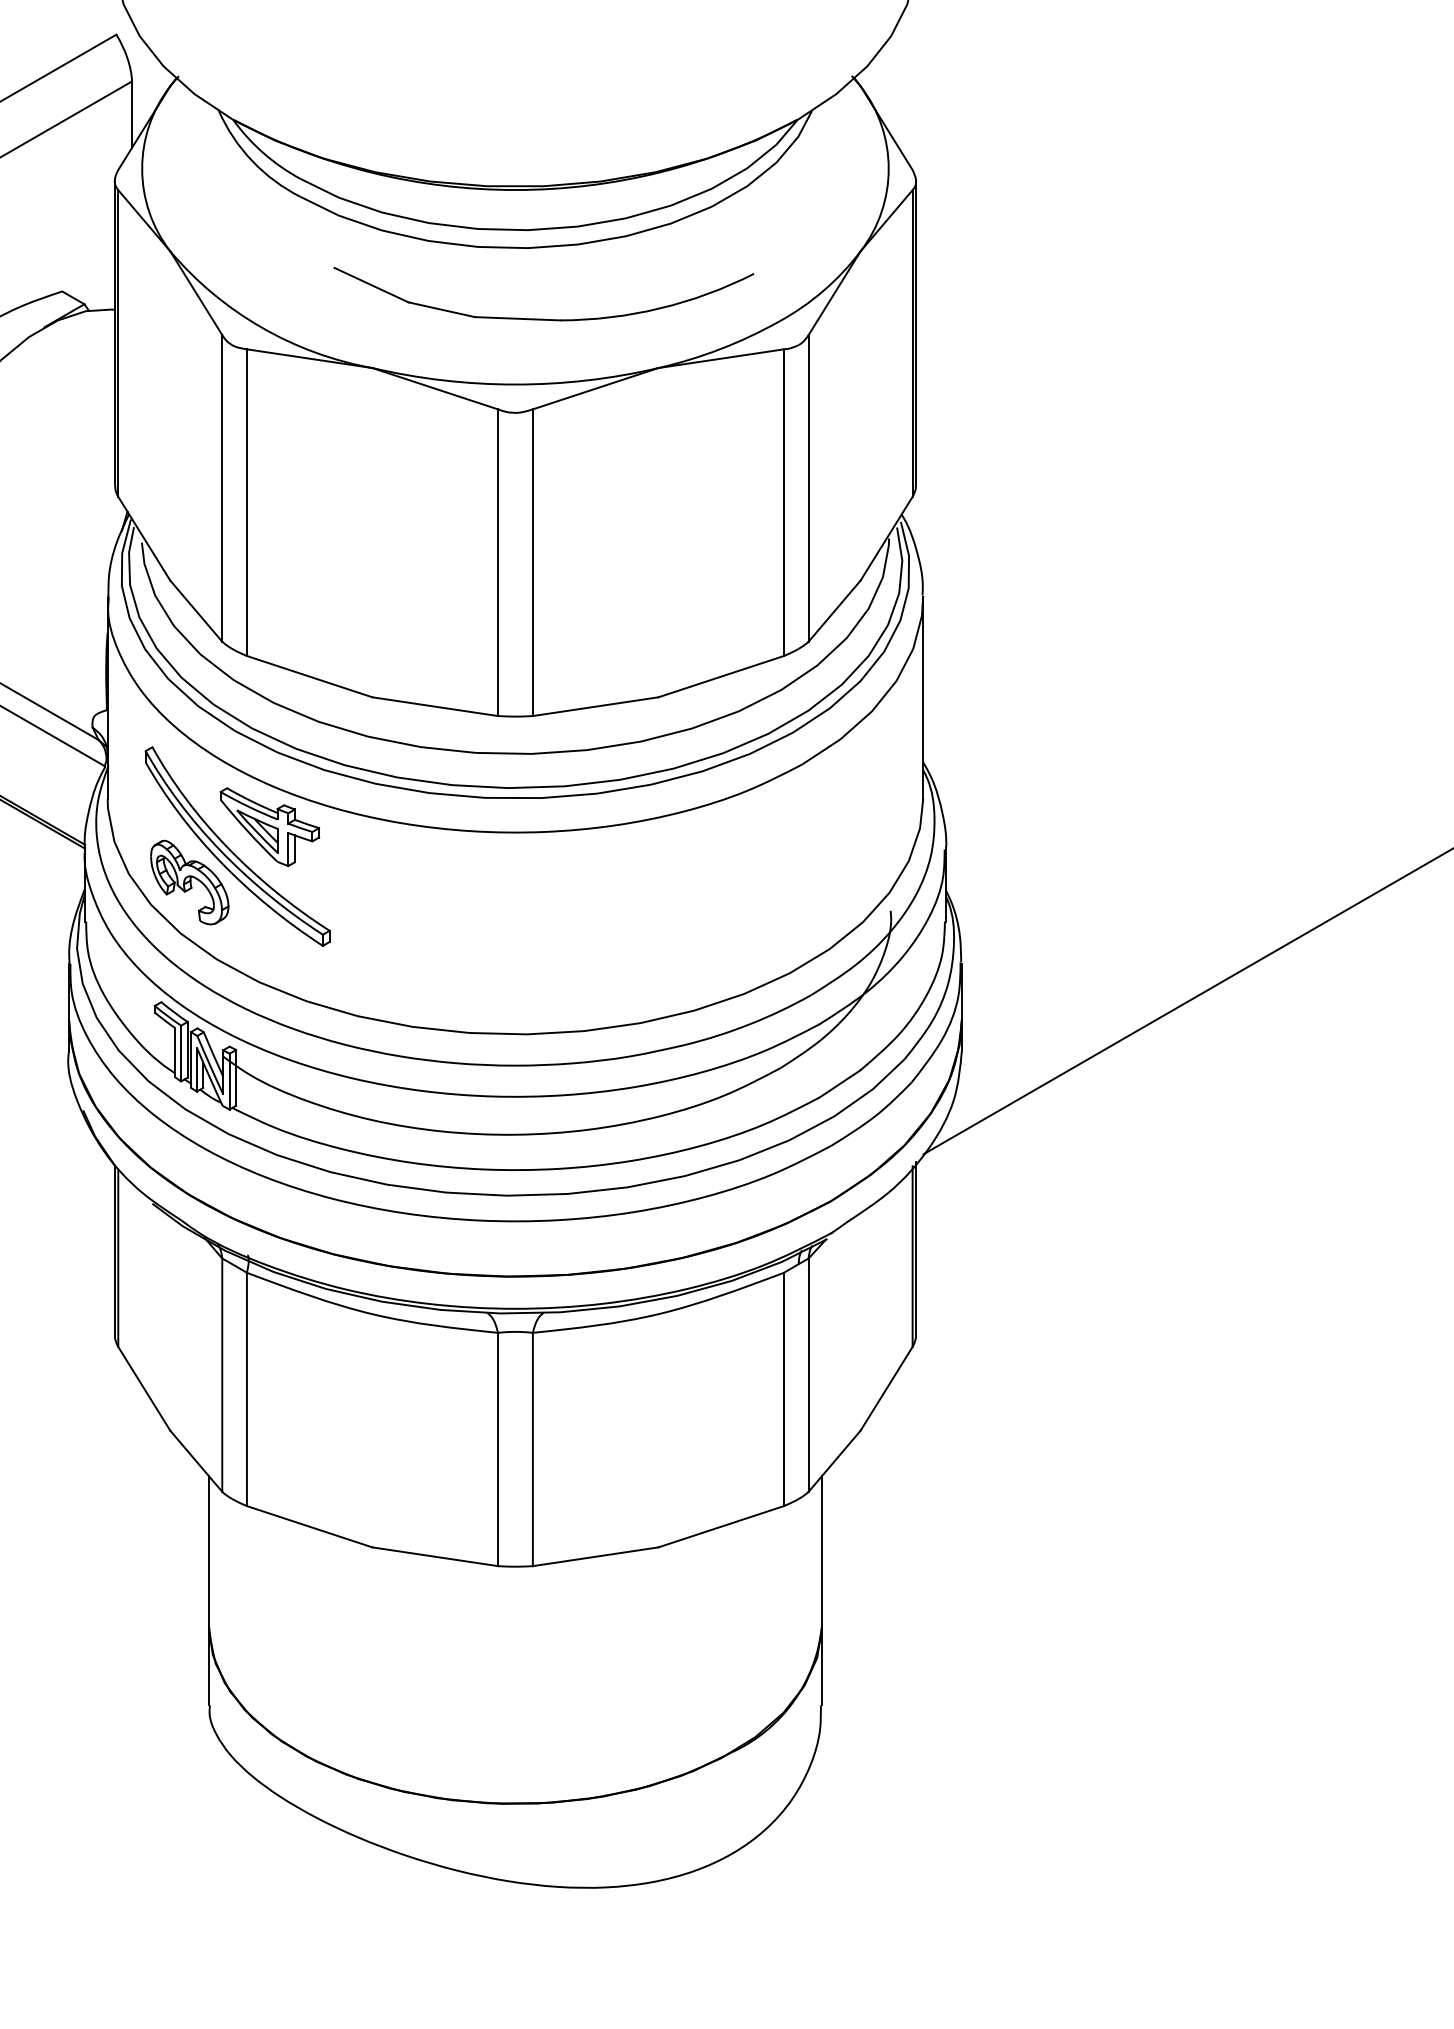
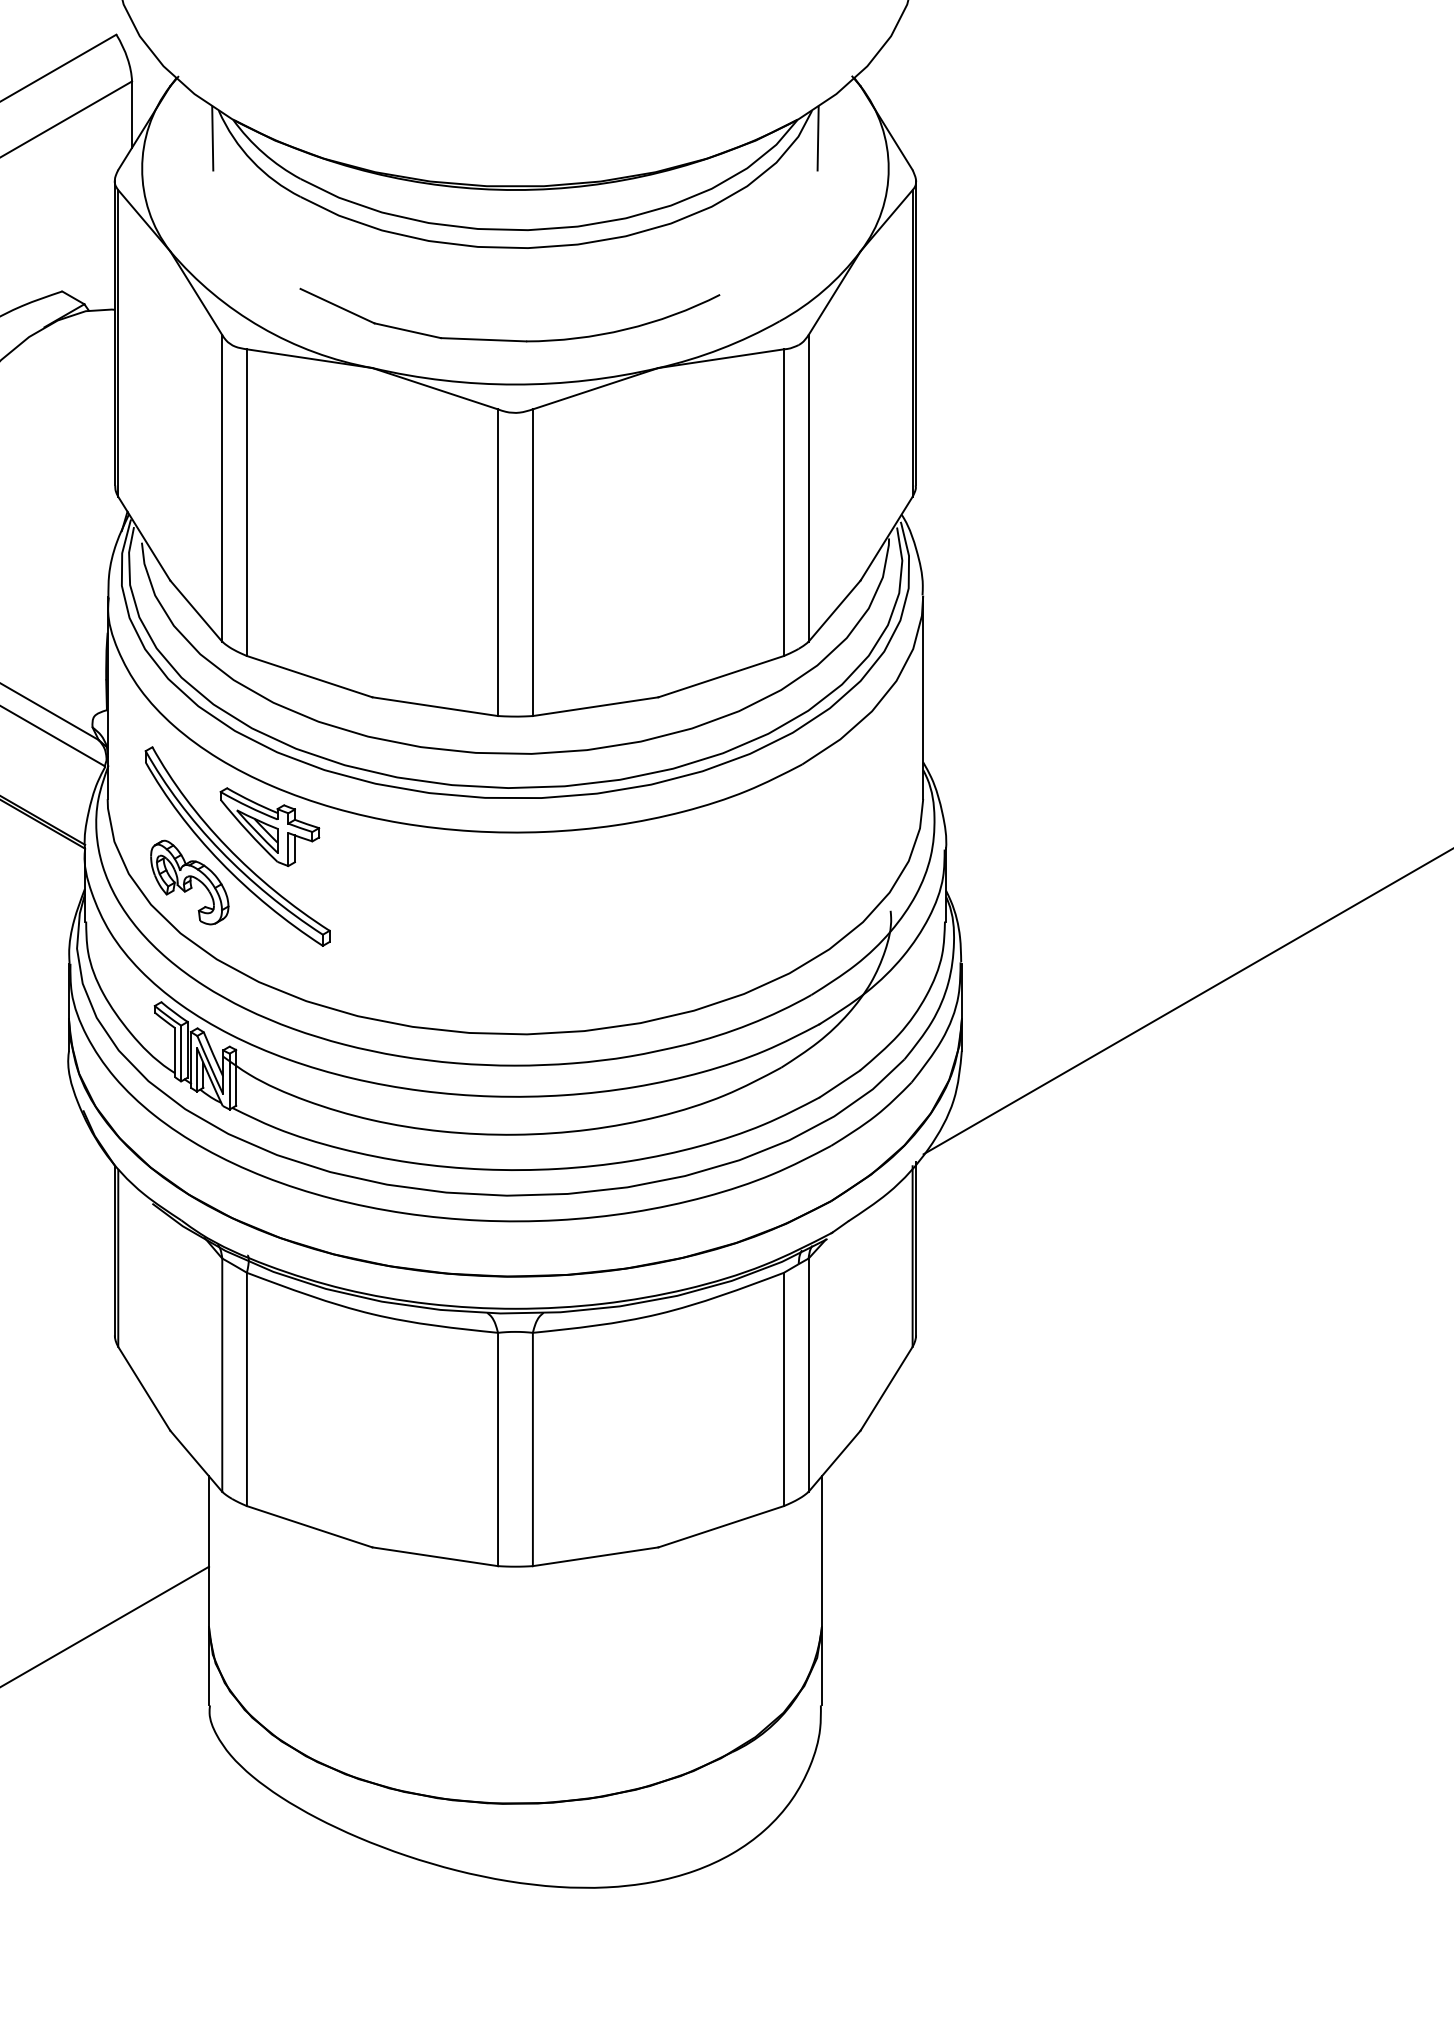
line at (212, 138): none -> present
line at (817, 138): none -> present
part at (543, 318) position: (543, 318) -> (509, 339)
line at (105, 1626): none -> present
